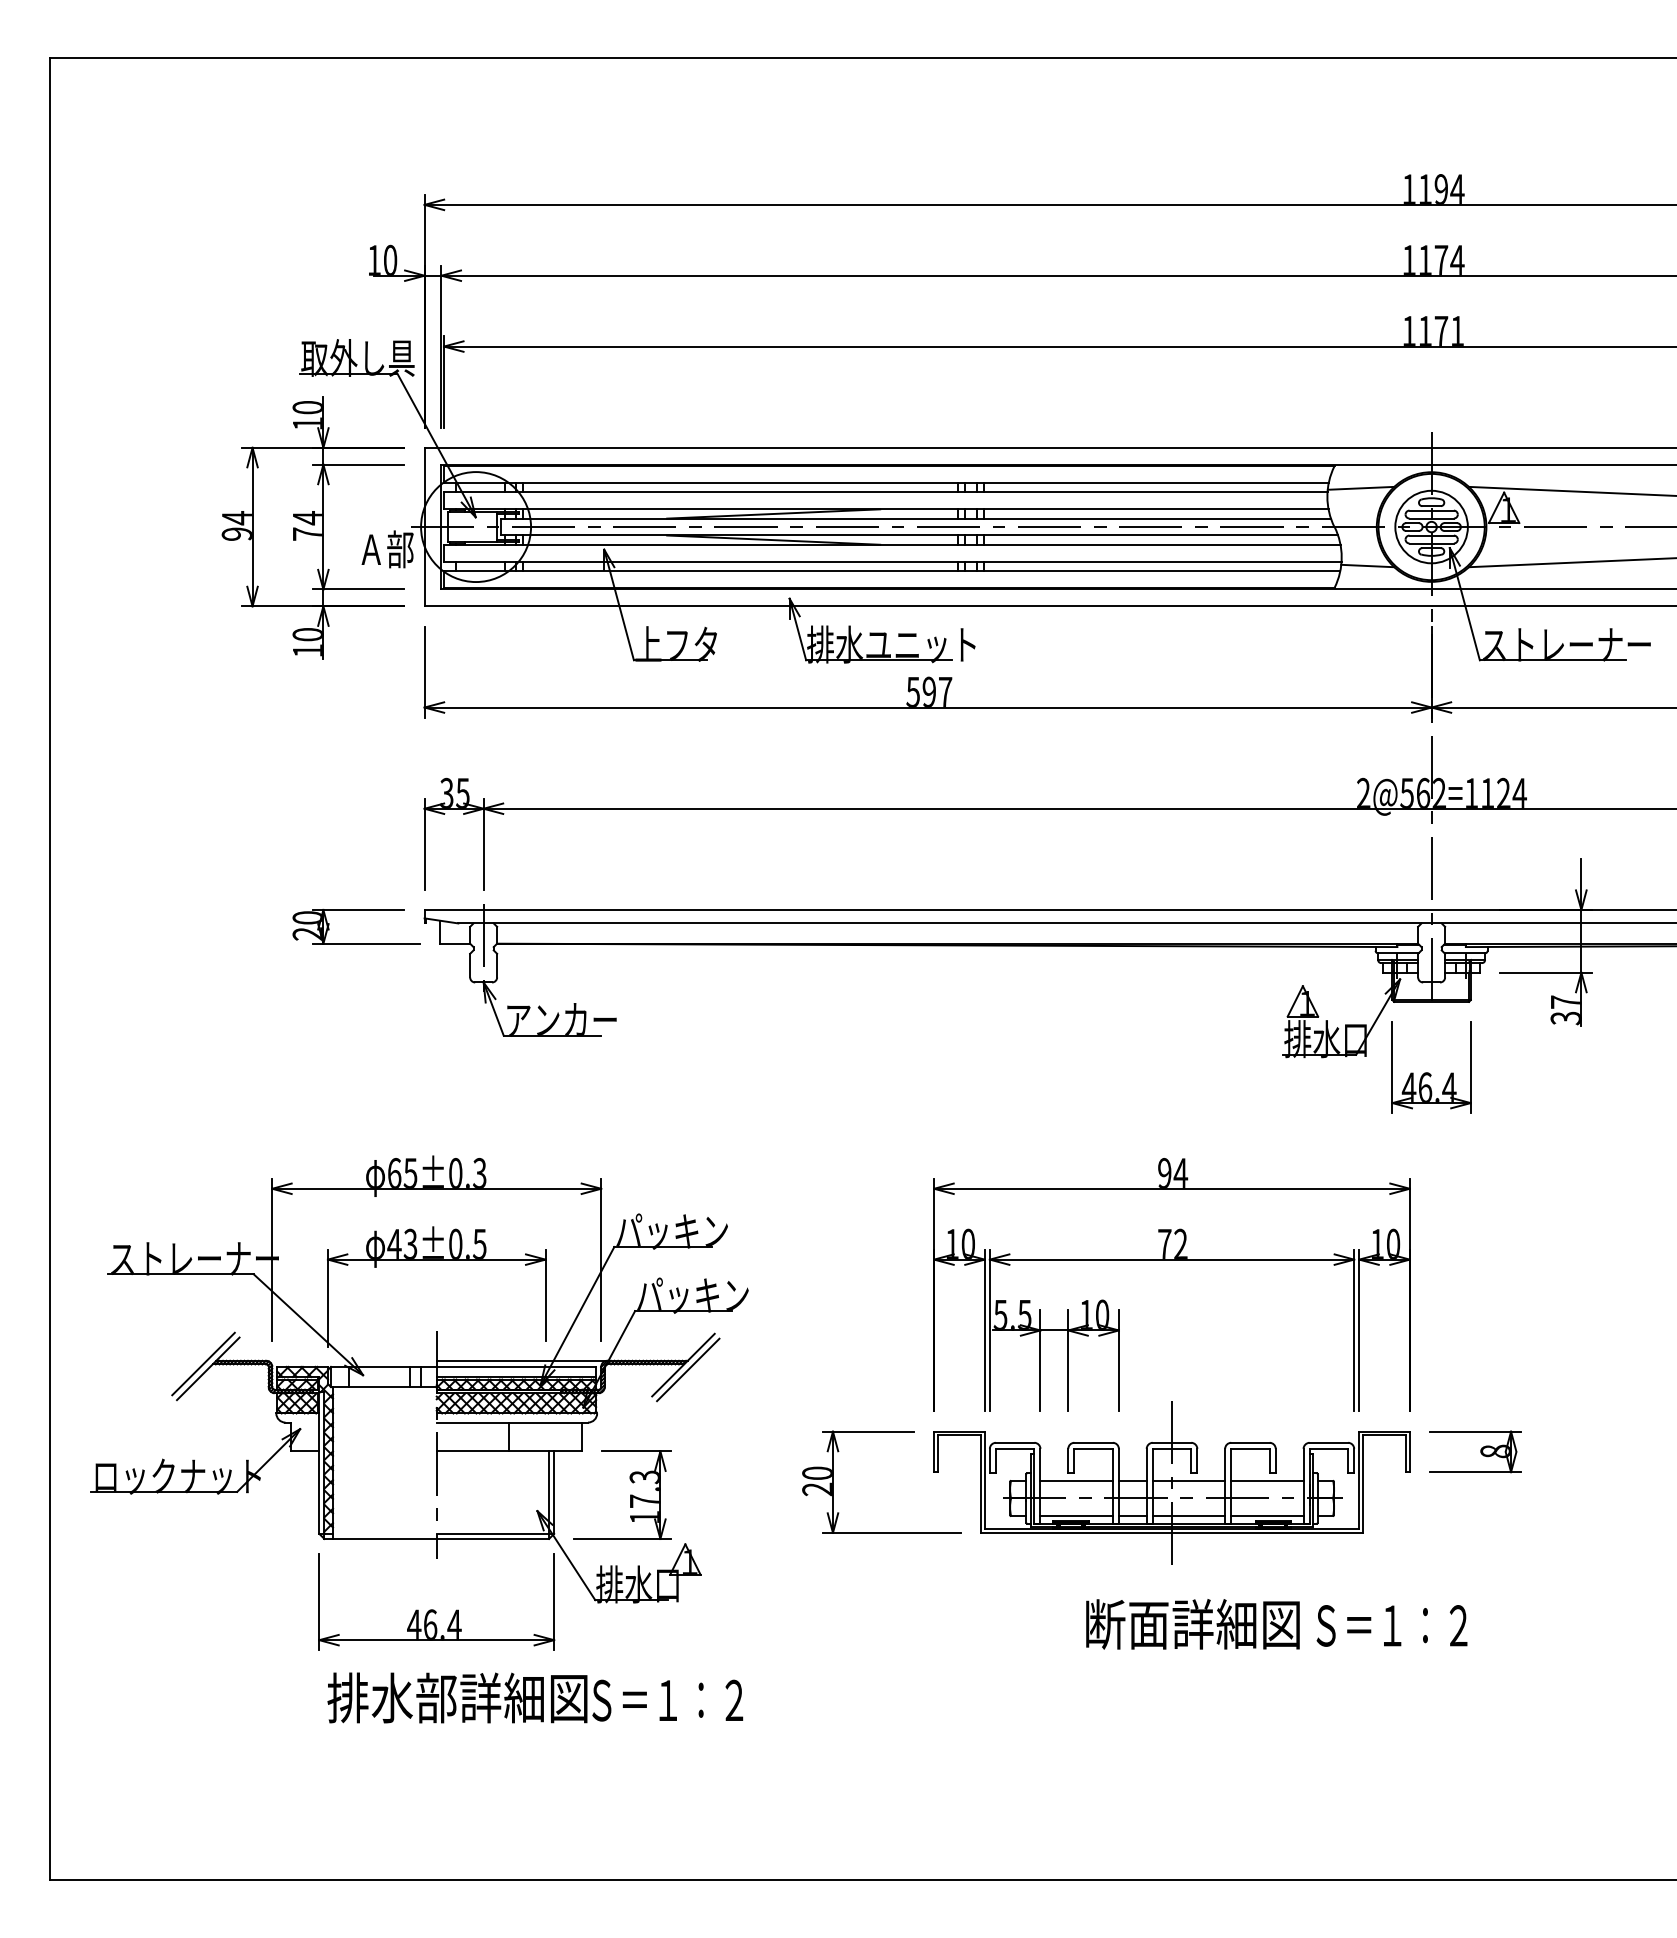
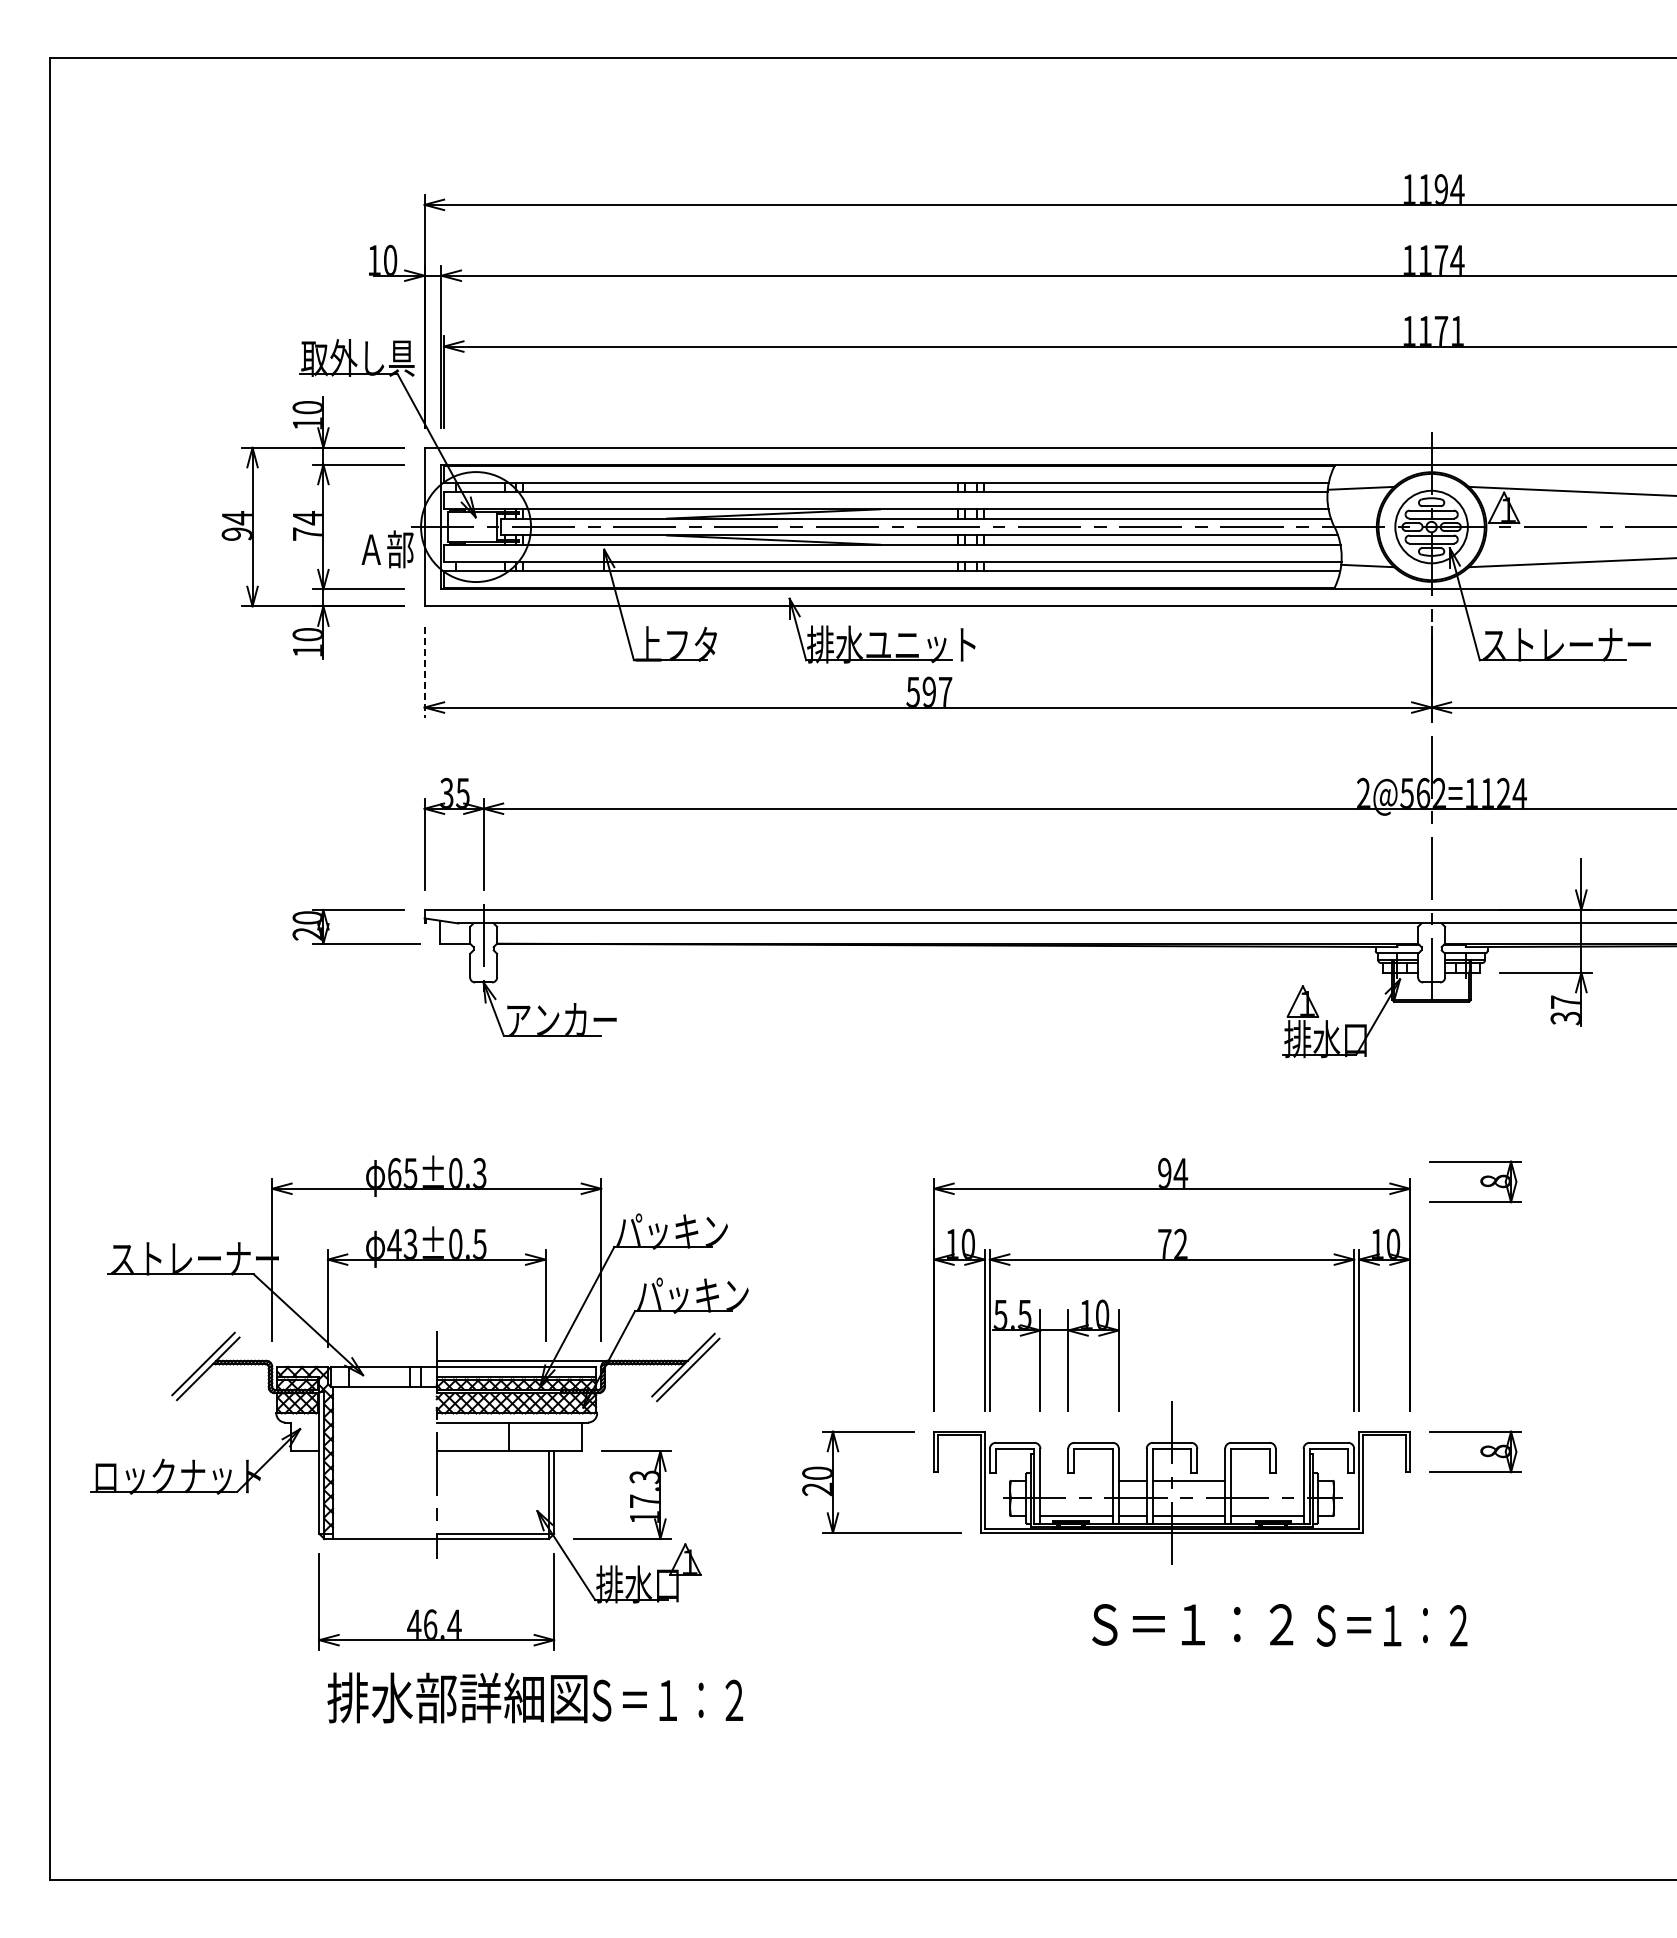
line at (424, 672): solid -> dashed
part at (1431, 1067): present -> none
part at (1475, 1181): none -> present
line at (1076, 1480): present -> none
line at (1267, 1480): present -> none
text at (1192, 1624): 断面詳細図 -> Ｓ＝１：２
